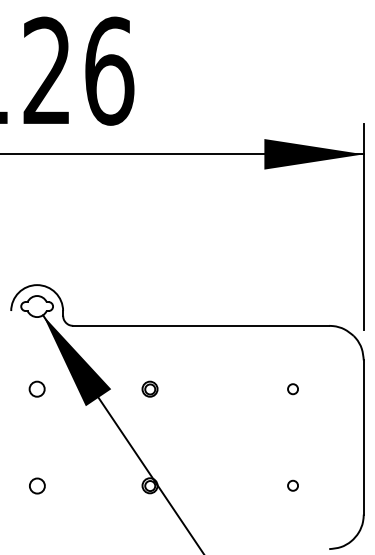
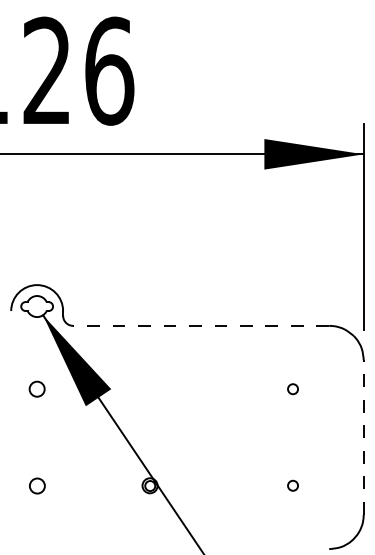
line at (200, 325): solid -> dashed
part at (149, 388): present -> none
line at (363, 437): solid -> dashed
